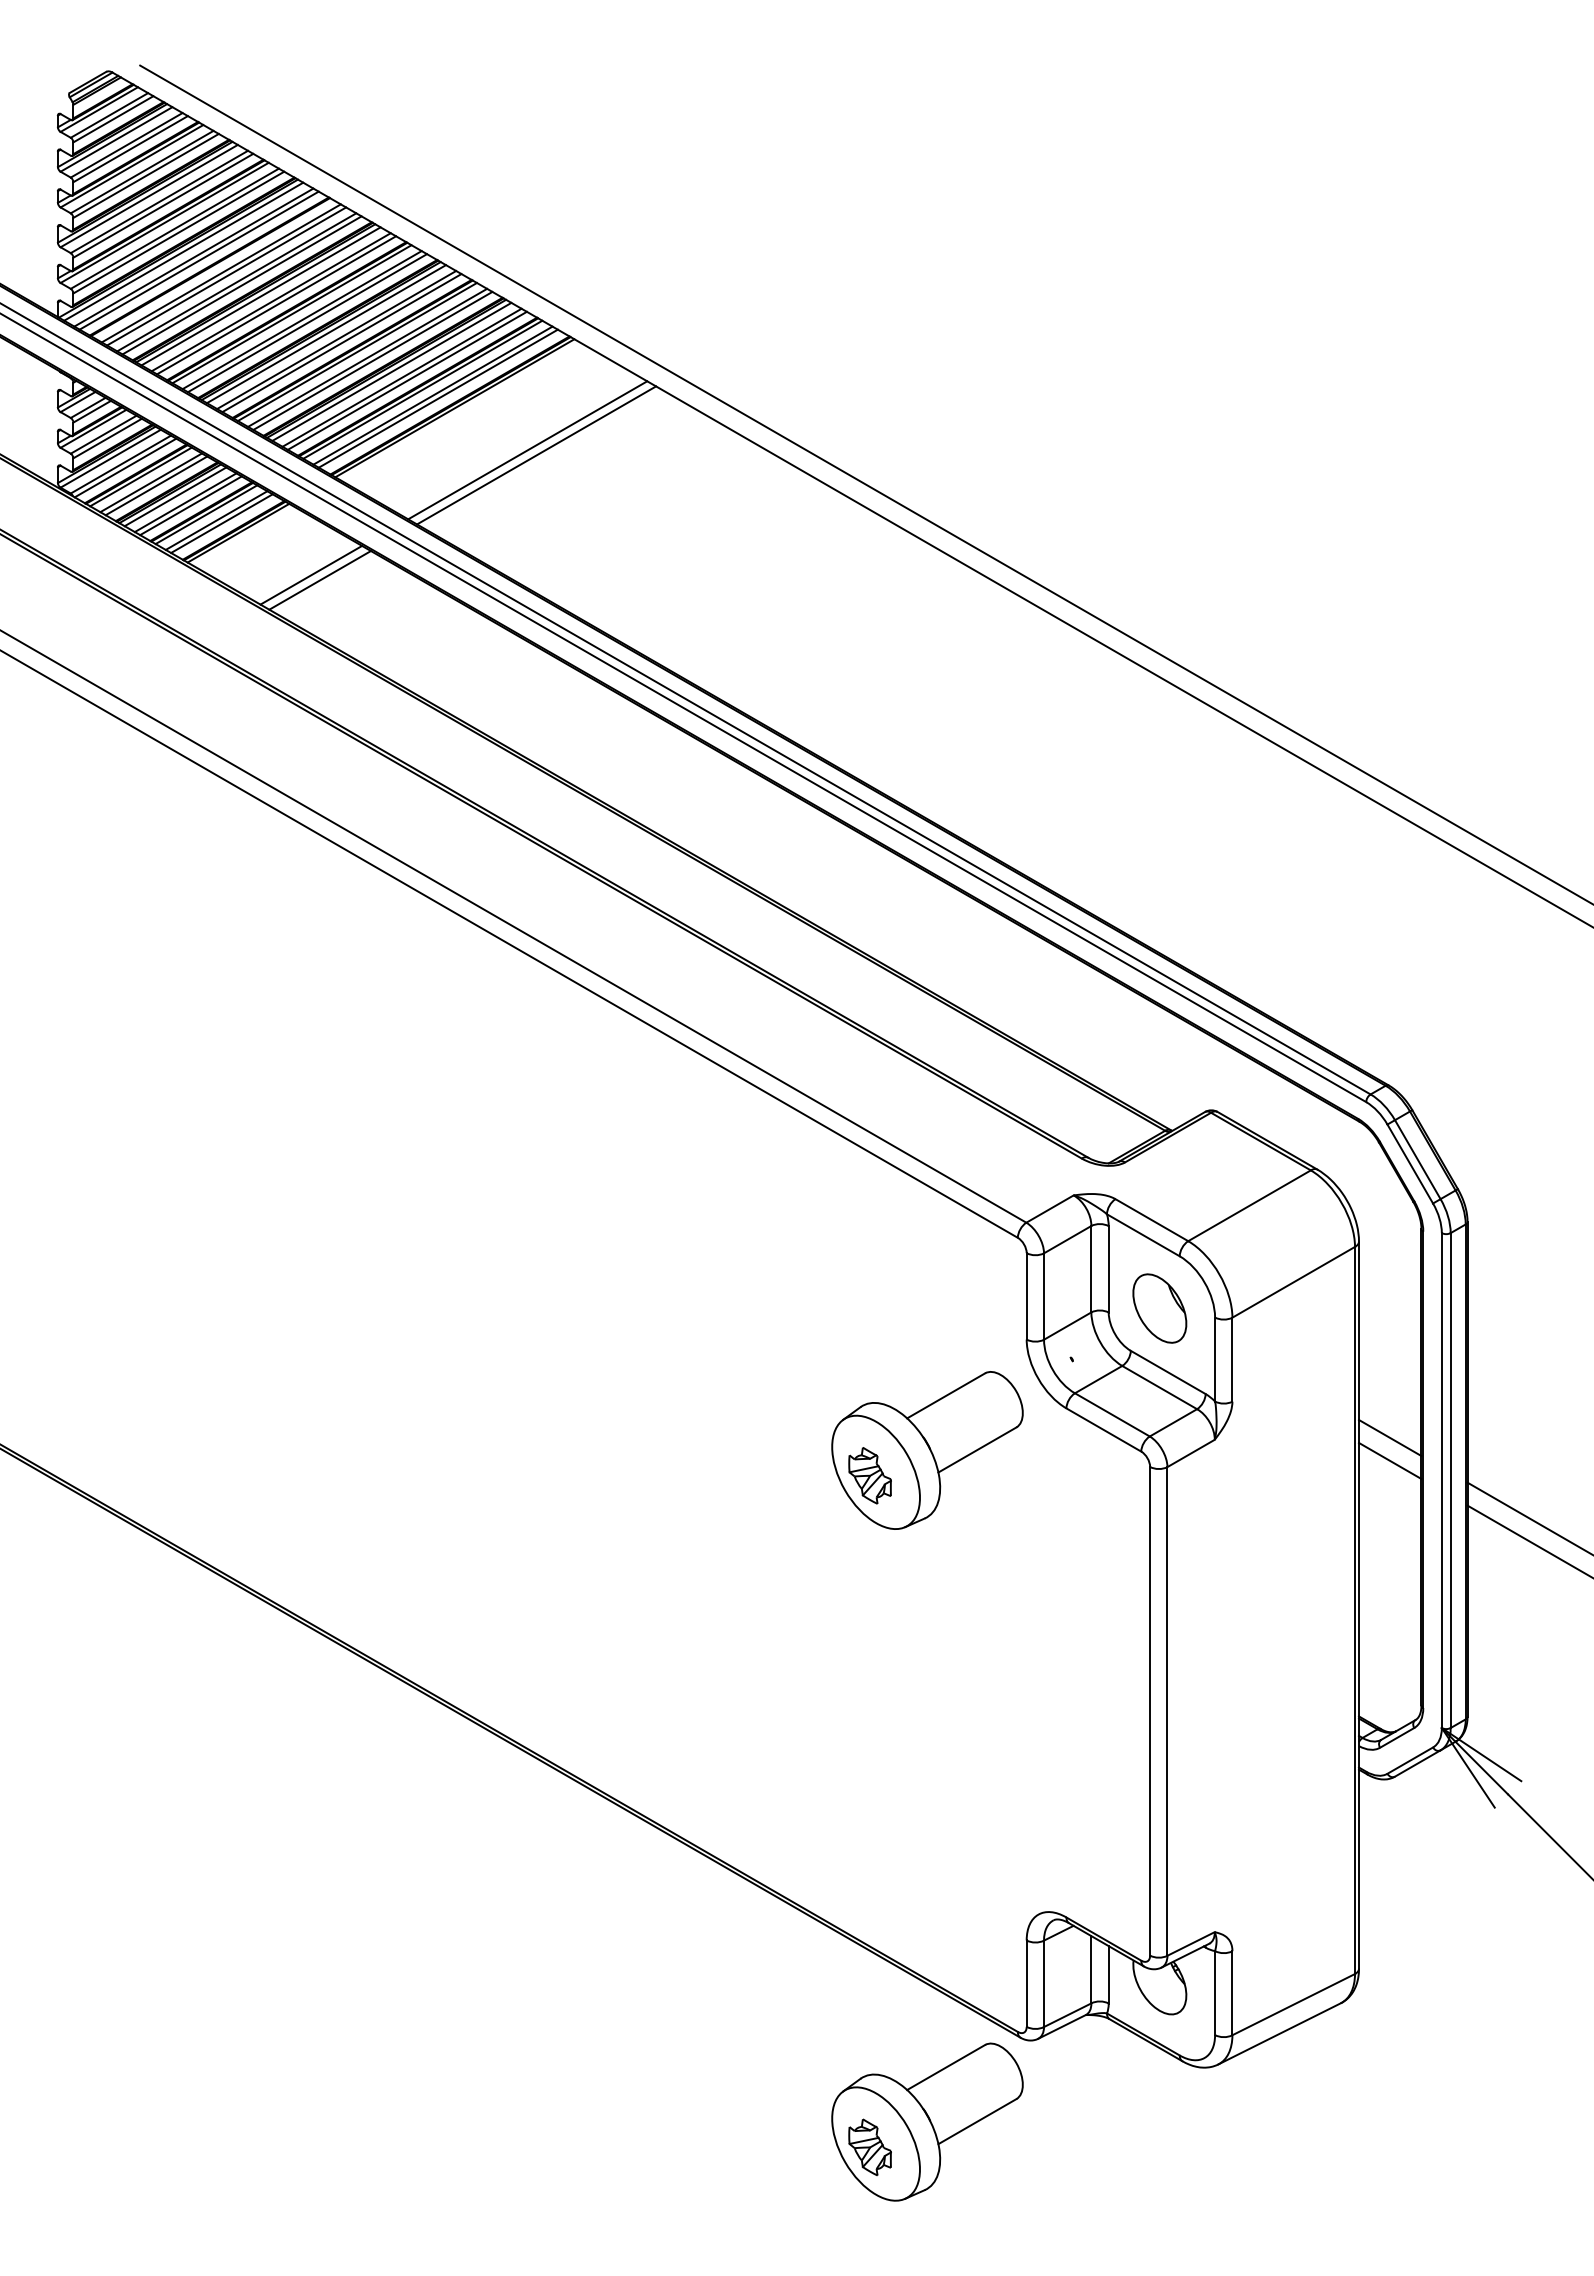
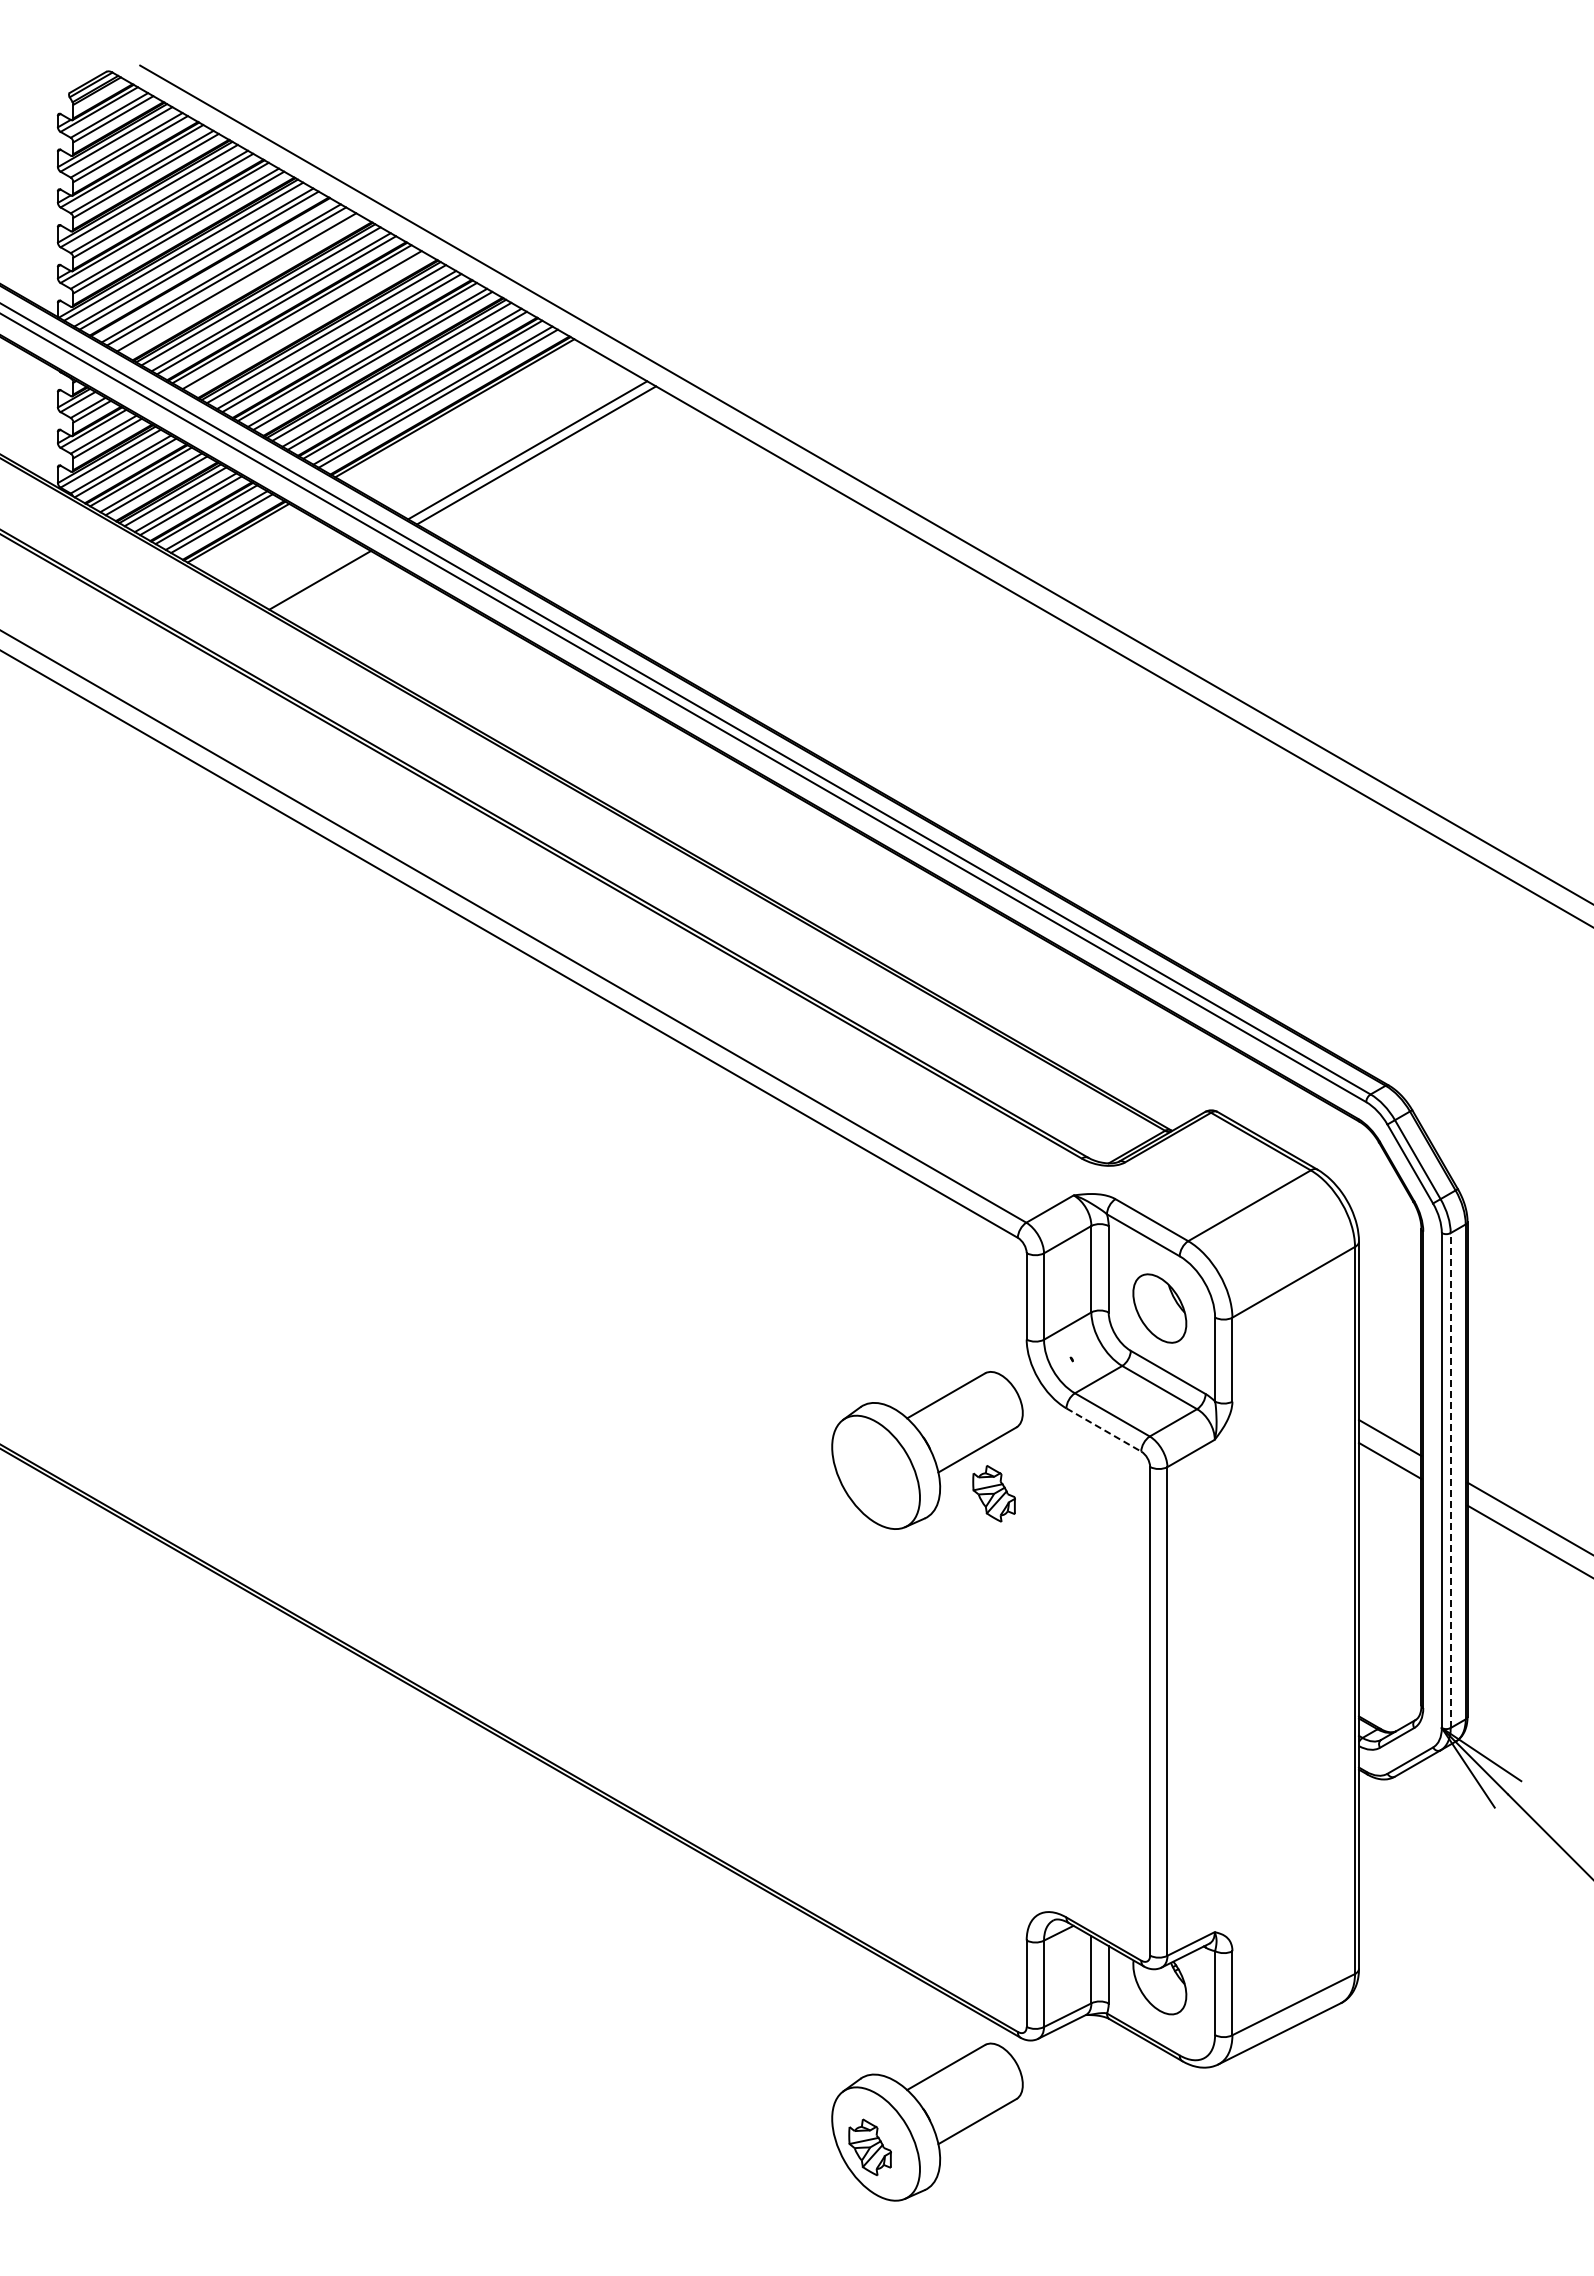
line at (241, 285): present -> none
line at (307, 323): present -> none
line at (311, 574): present -> none
line at (1104, 1430): solid -> dashed
part at (869, 1475) position: (869, 1475) -> (993, 1493)
line at (1450, 1480): solid -> dashed
